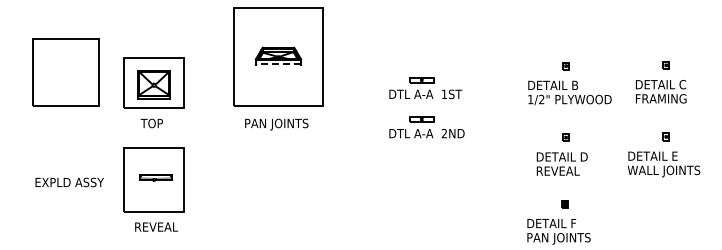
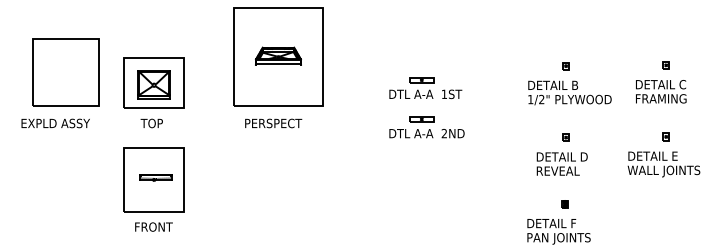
line at (277, 64): dashed -> solid
text at (279, 124): PAN JOINTS -> PERSPECT
text at (69, 182) position: (69, 182) -> (55, 123)
text at (157, 226): REVEAL -> FRONT
